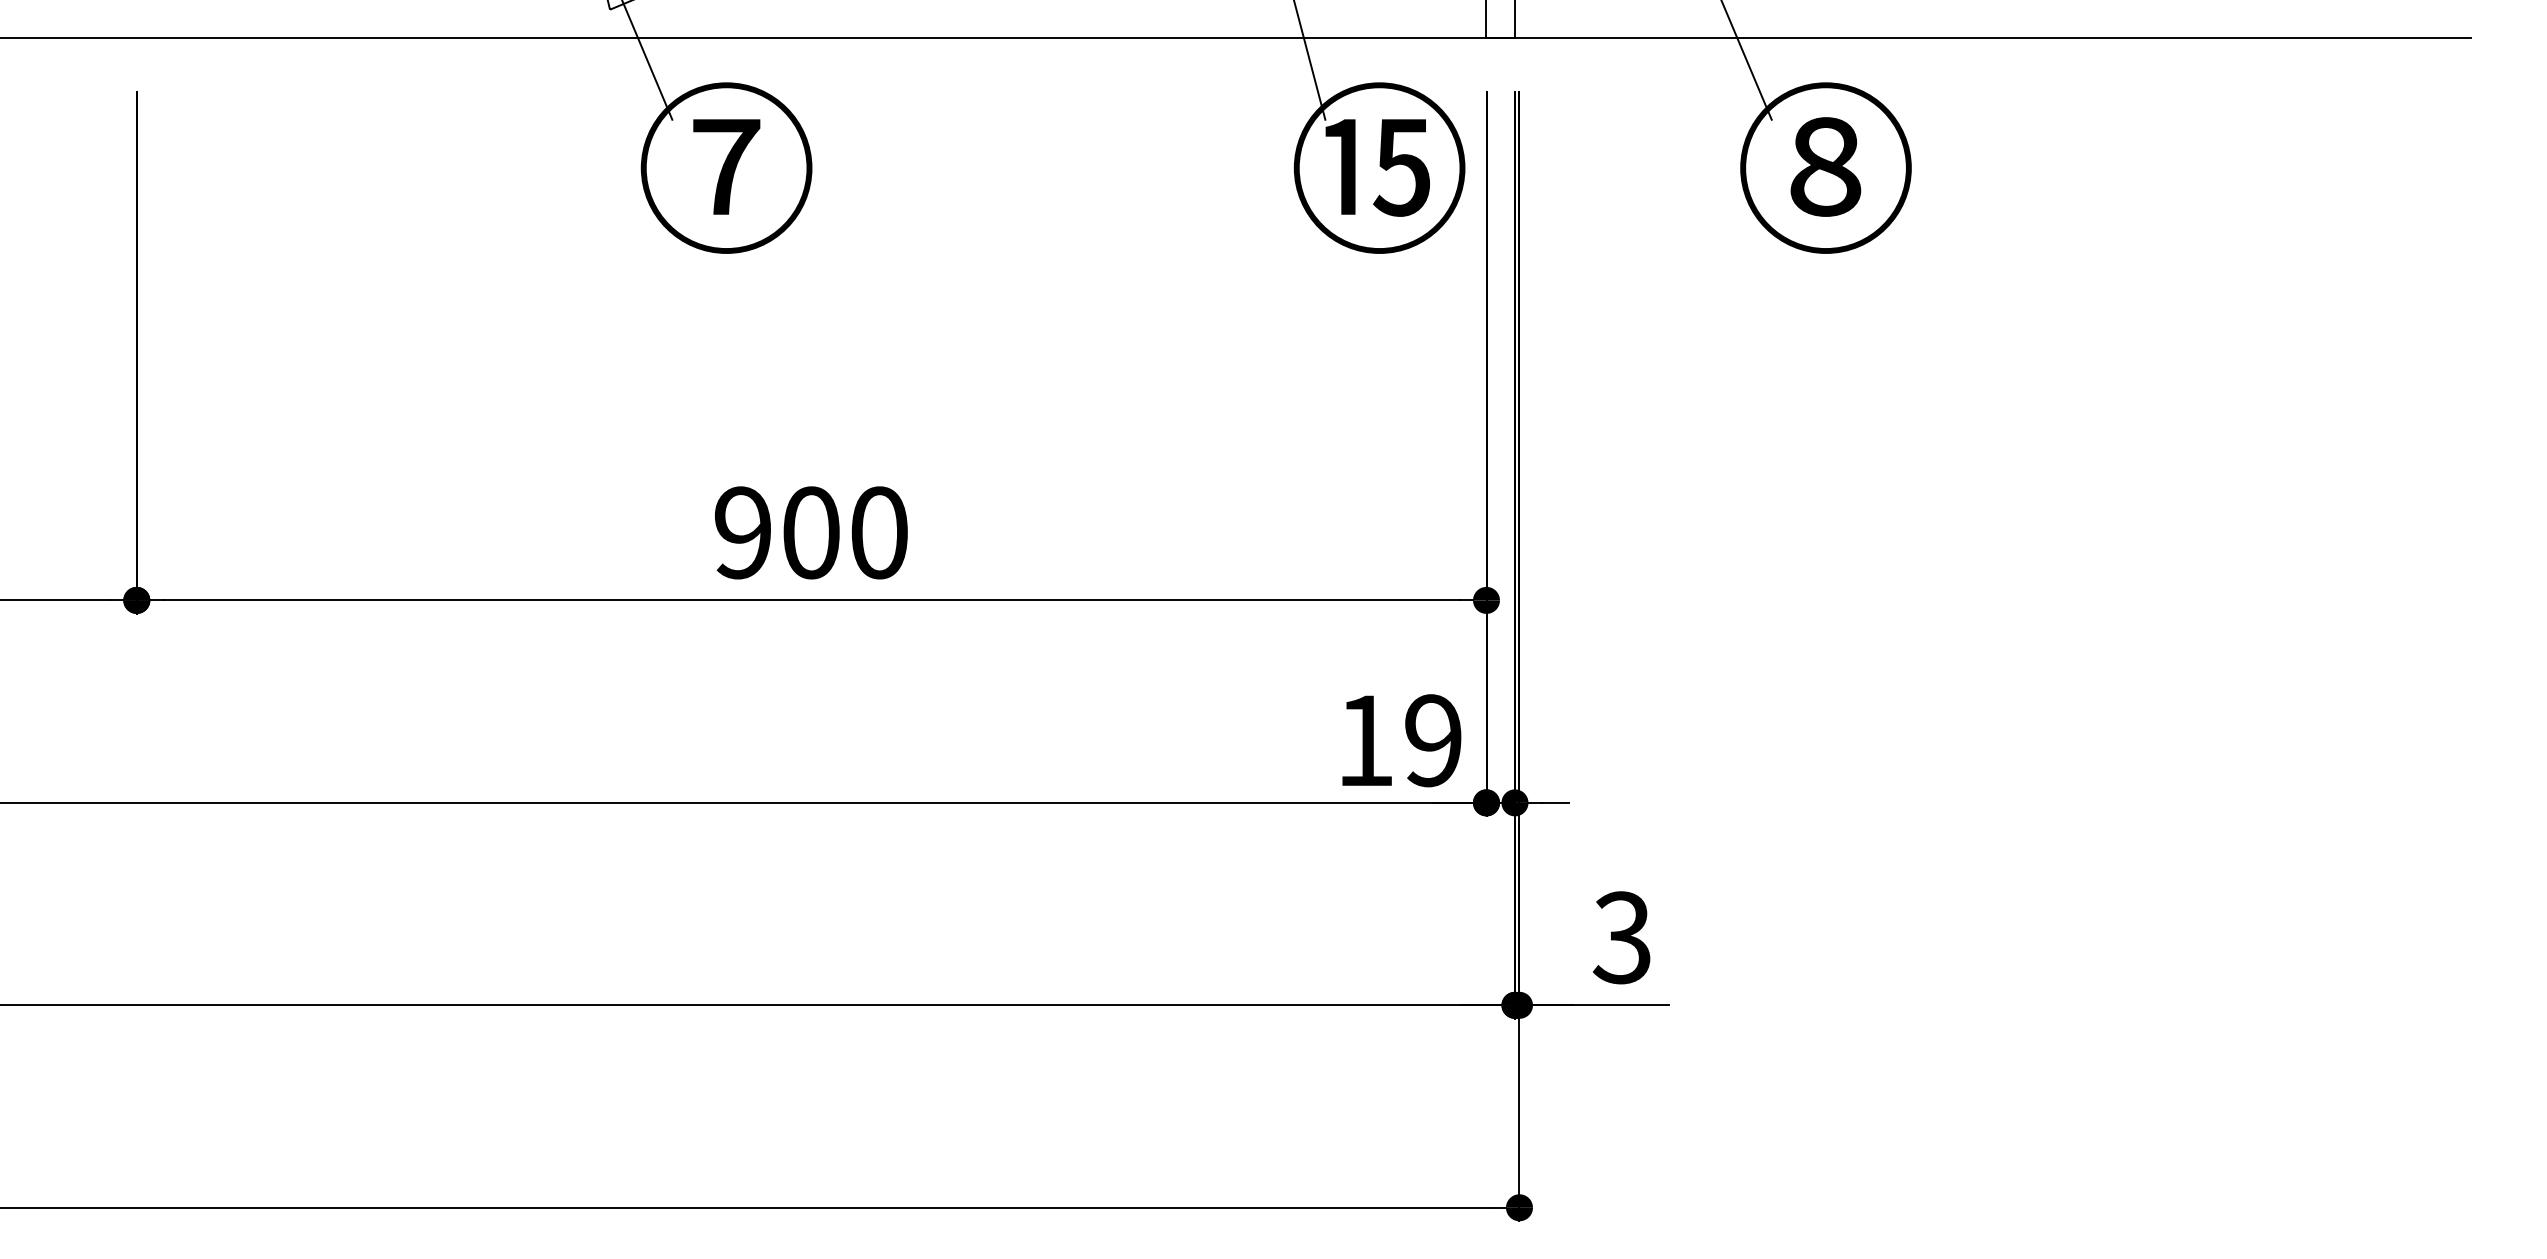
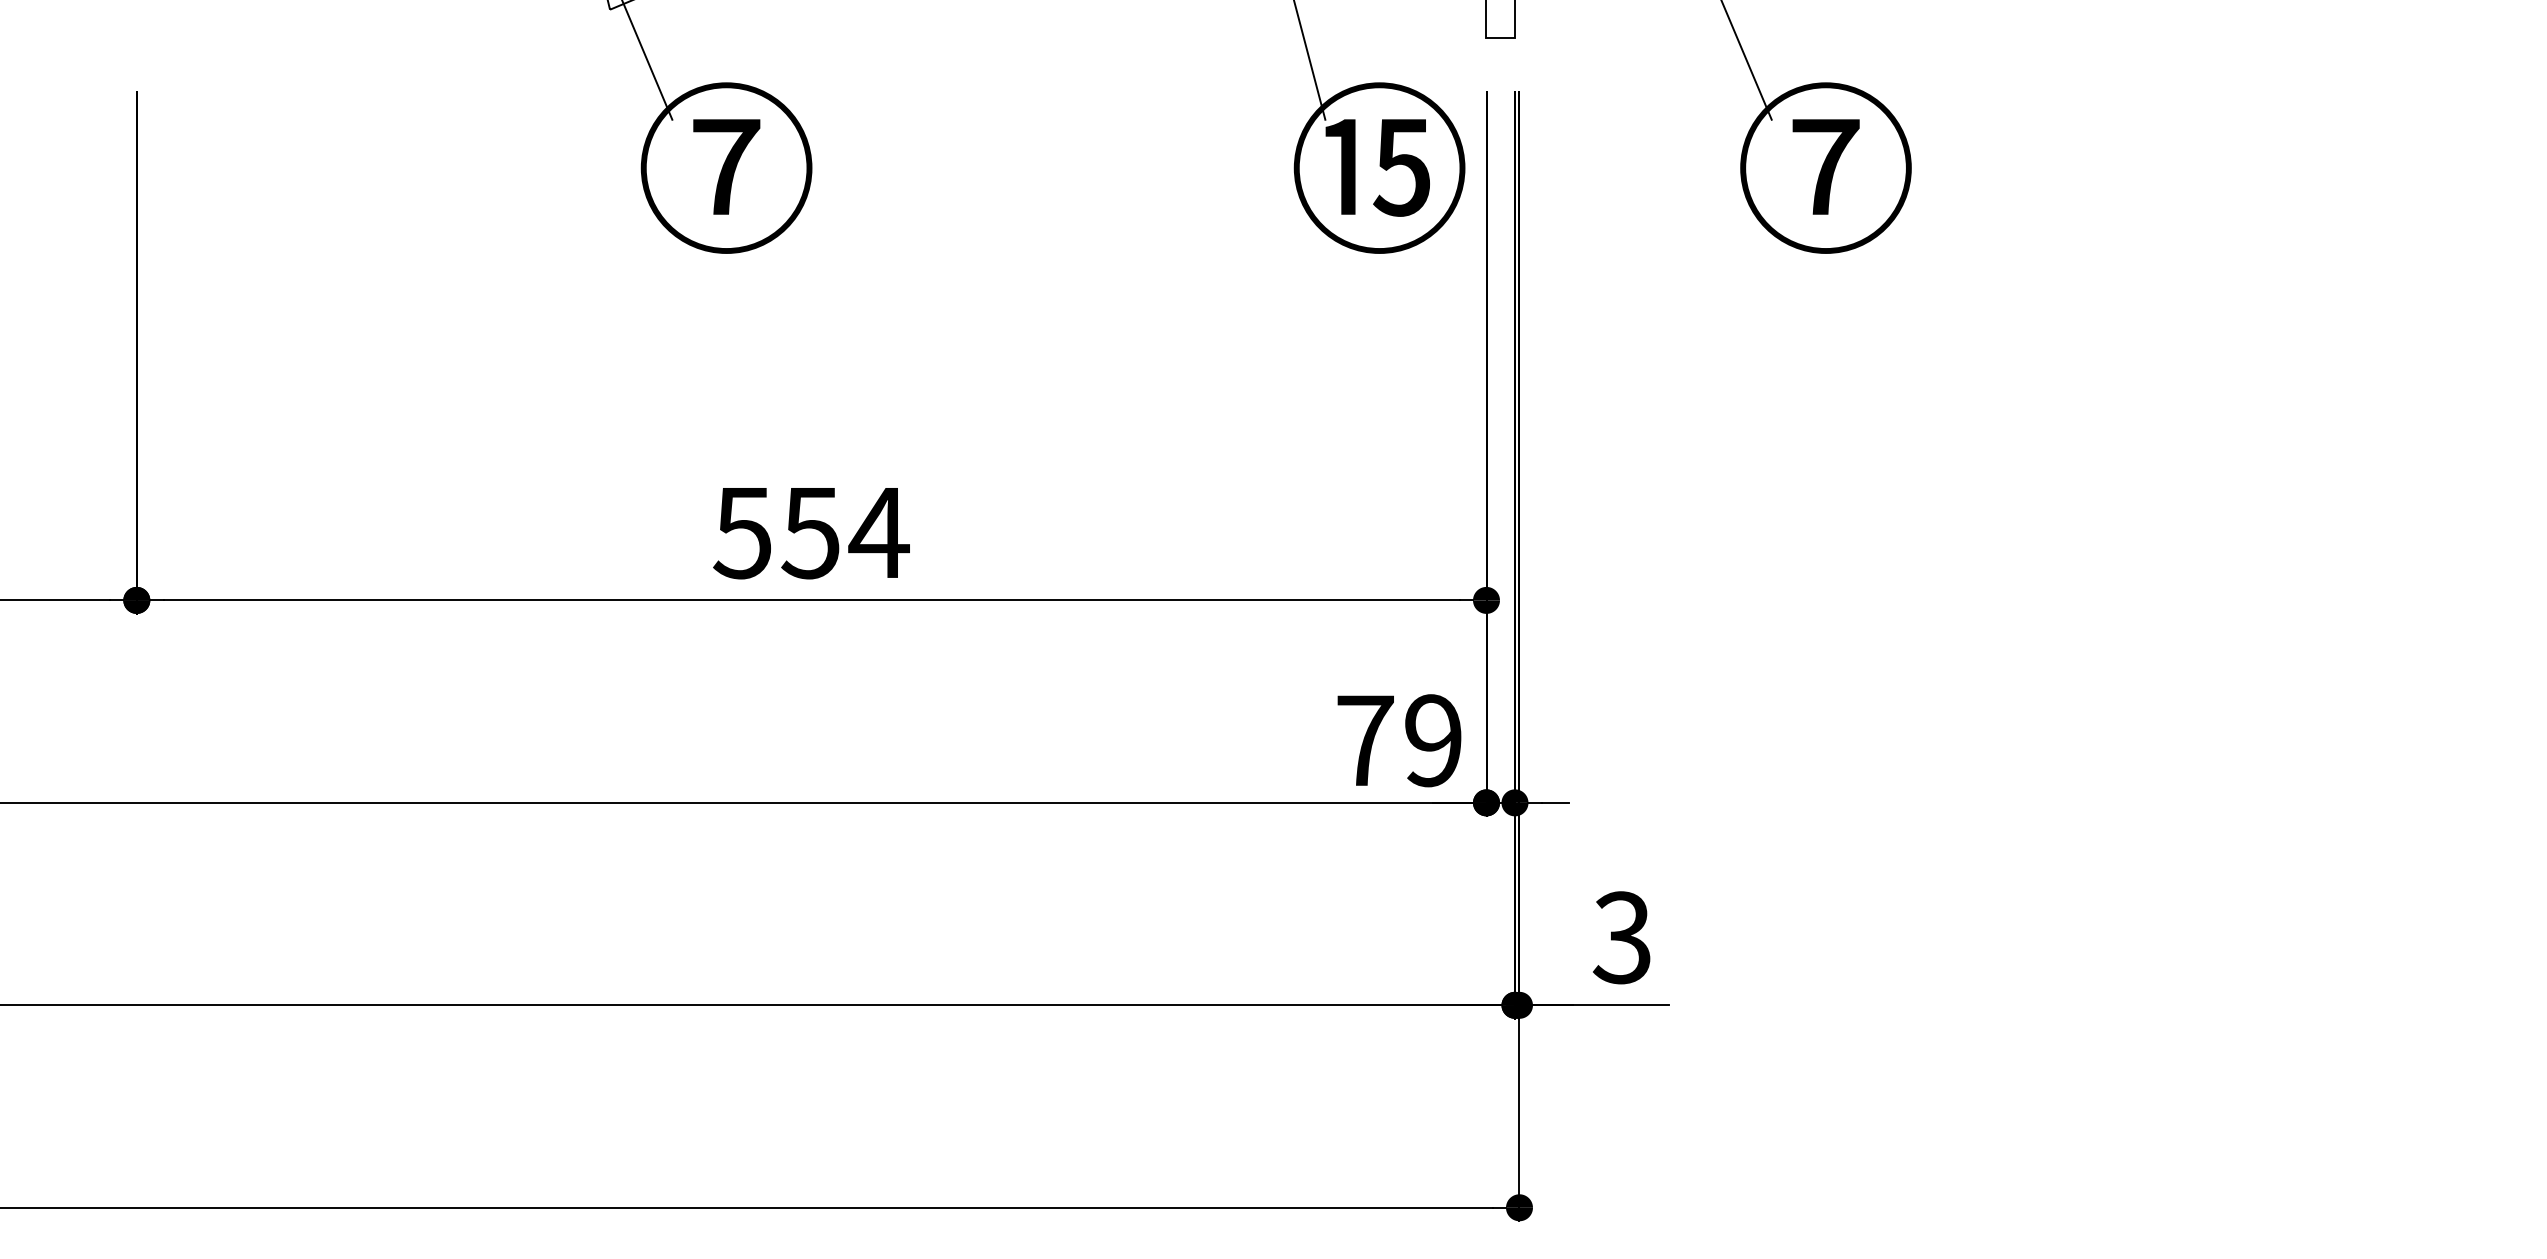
line at (1236, 37): present -> none
text at (1825, 166): ⑧ -> ⑦
text at (811, 532): 900 -> 554
text at (1365, 740): 19 -> 79
